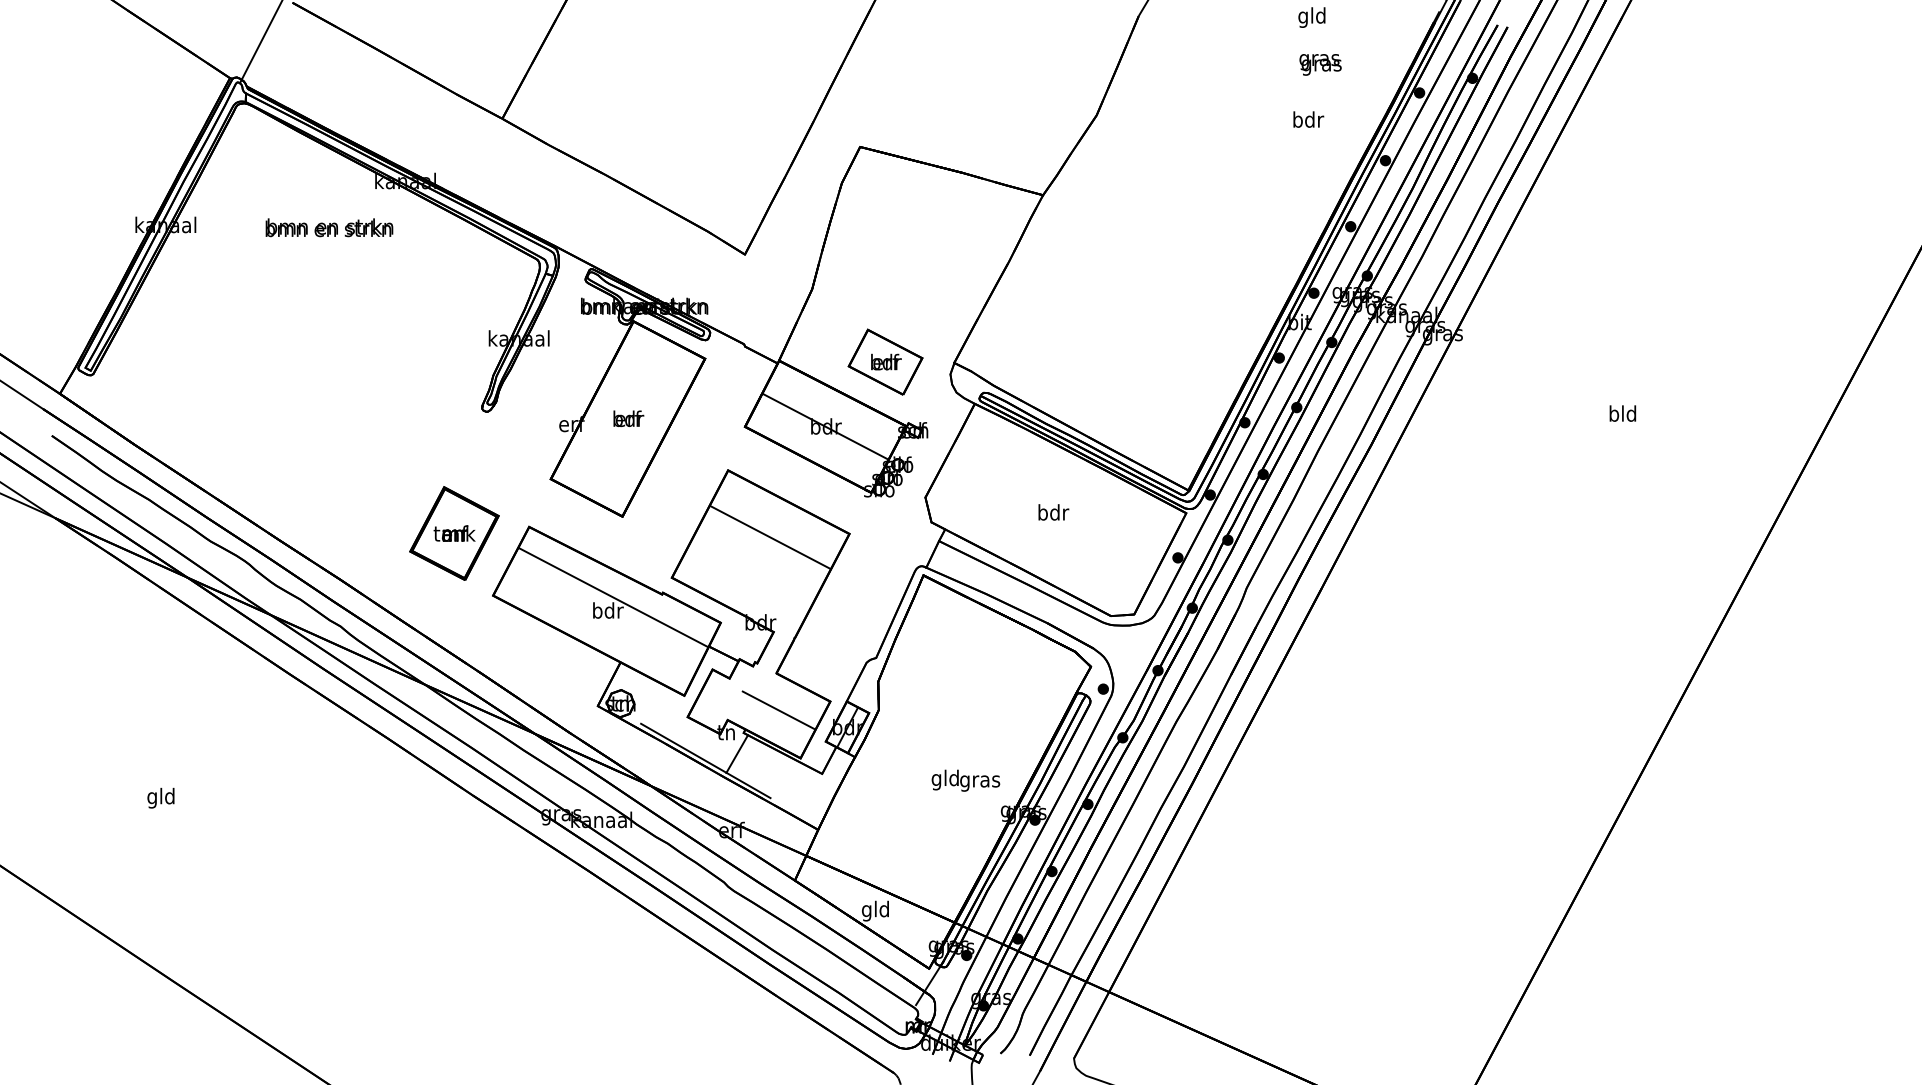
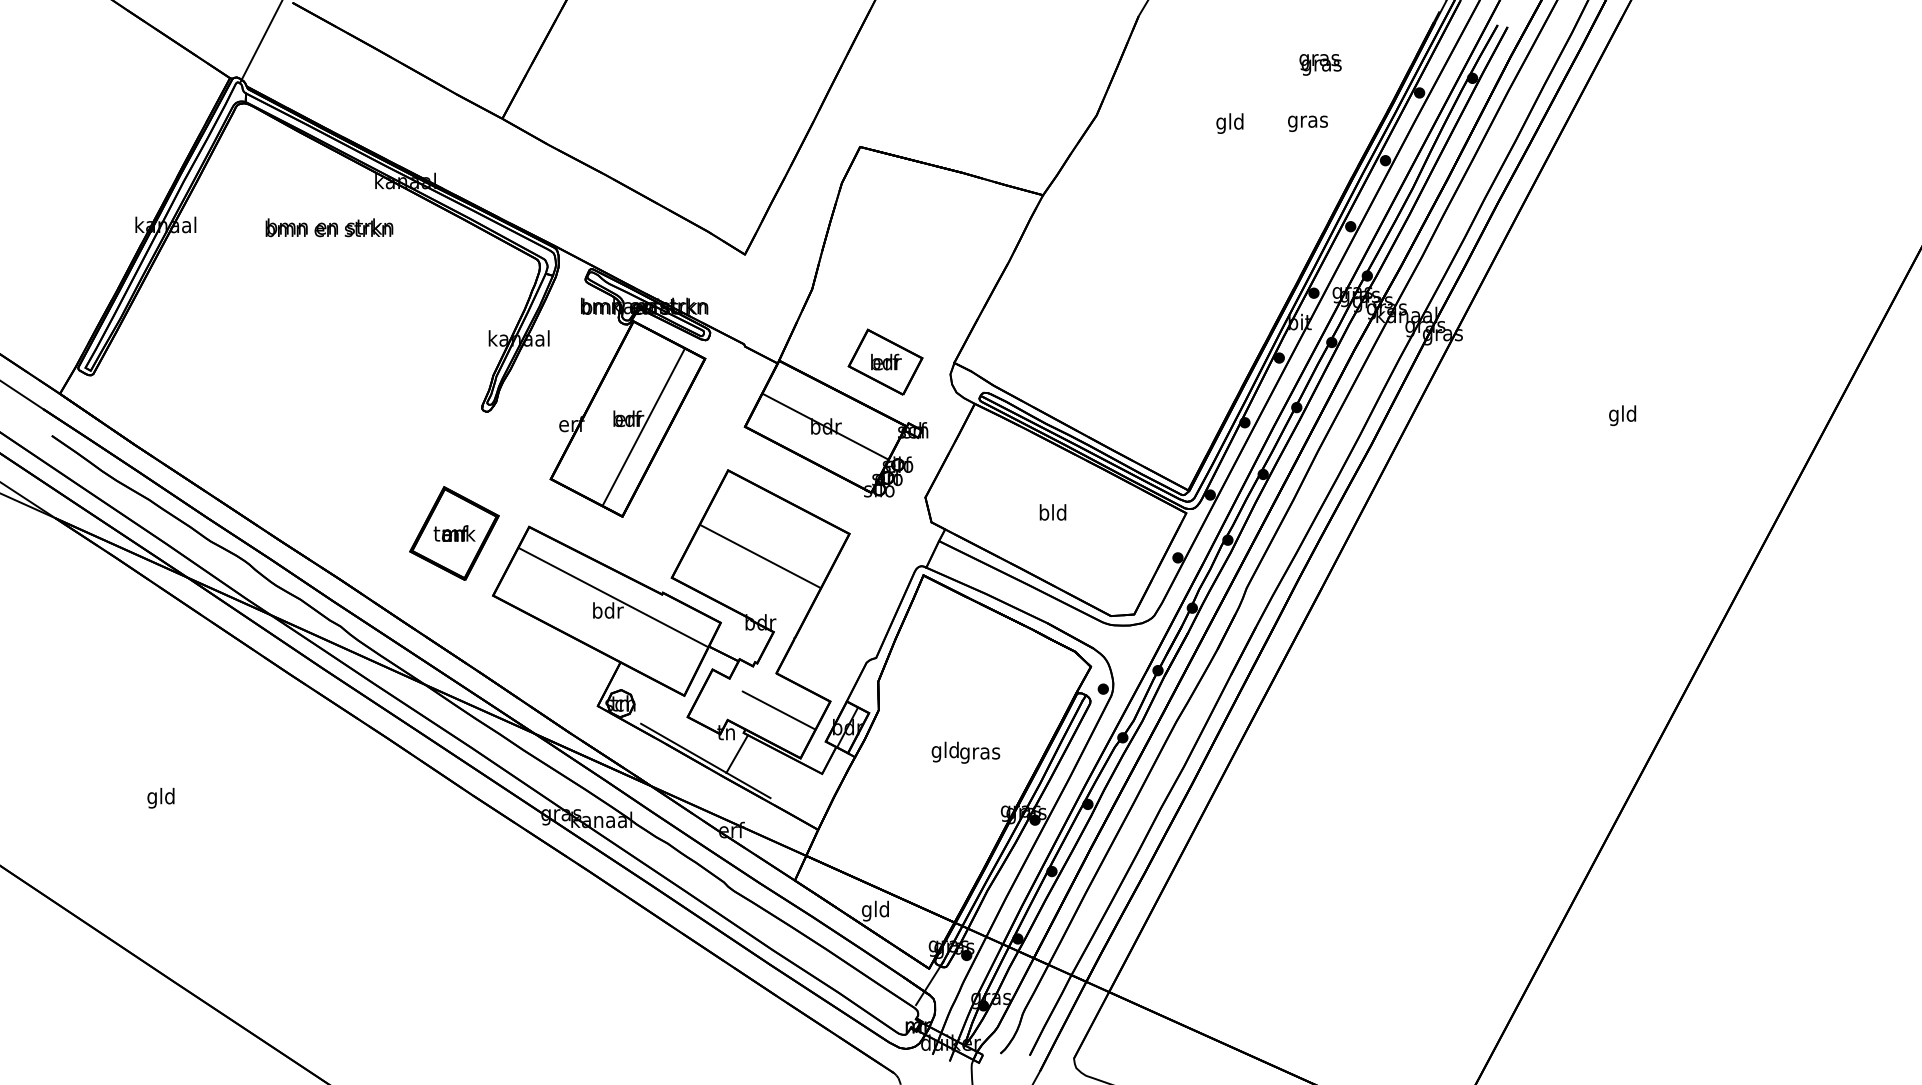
text at (1311, 17) position: (1311, 17) -> (1229, 123)
text at (1307, 121): bdr -> gras
text at (1614, 415): bld -> gld
line at (643, 426): none -> present
text at (1053, 512): bdr -> bld
line at (770, 536) position: (770, 536) -> (760, 555)
text at (965, 780) position: (965, 780) -> (965, 752)
